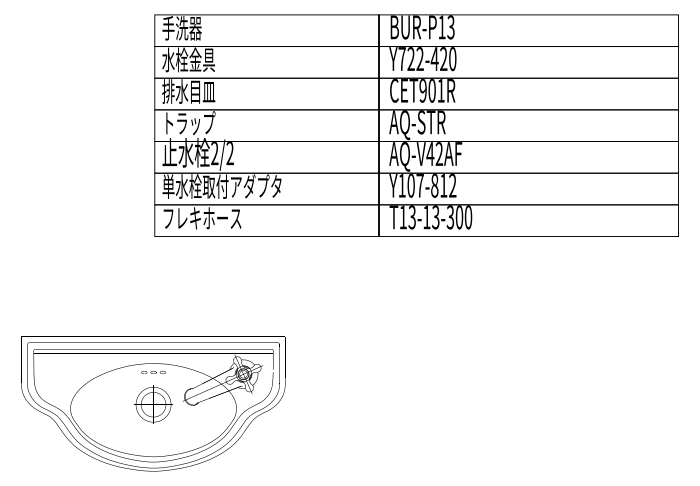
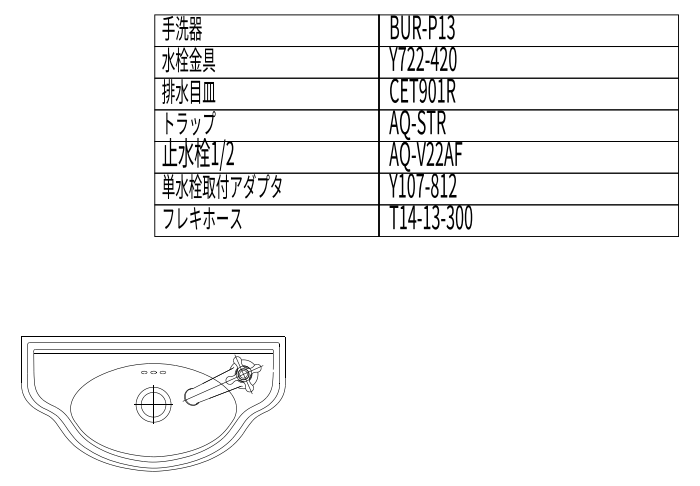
text at (214, 153): 2/2 -> 1/2
text at (430, 153): AQ-V42AF -> AQ-V22AF
text at (412, 217): T13-13-300 -> T14-13-300
